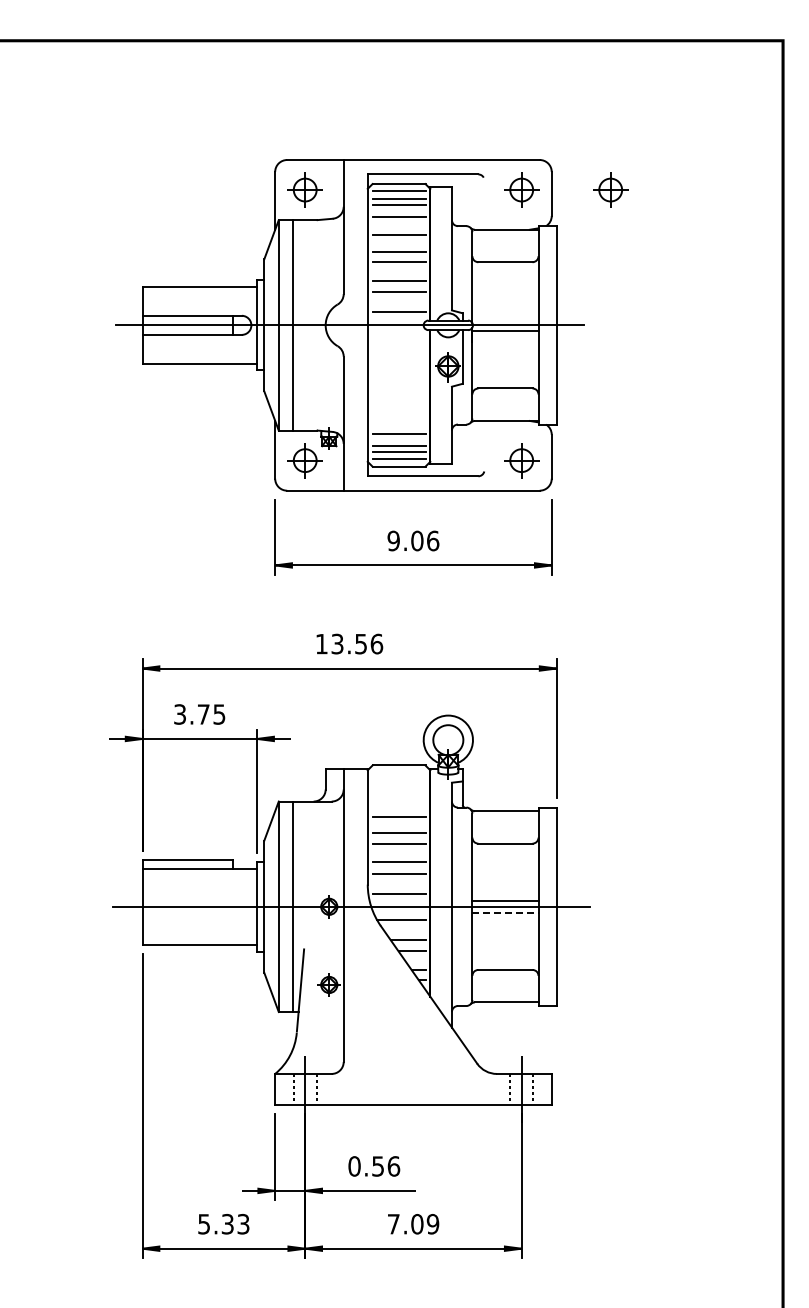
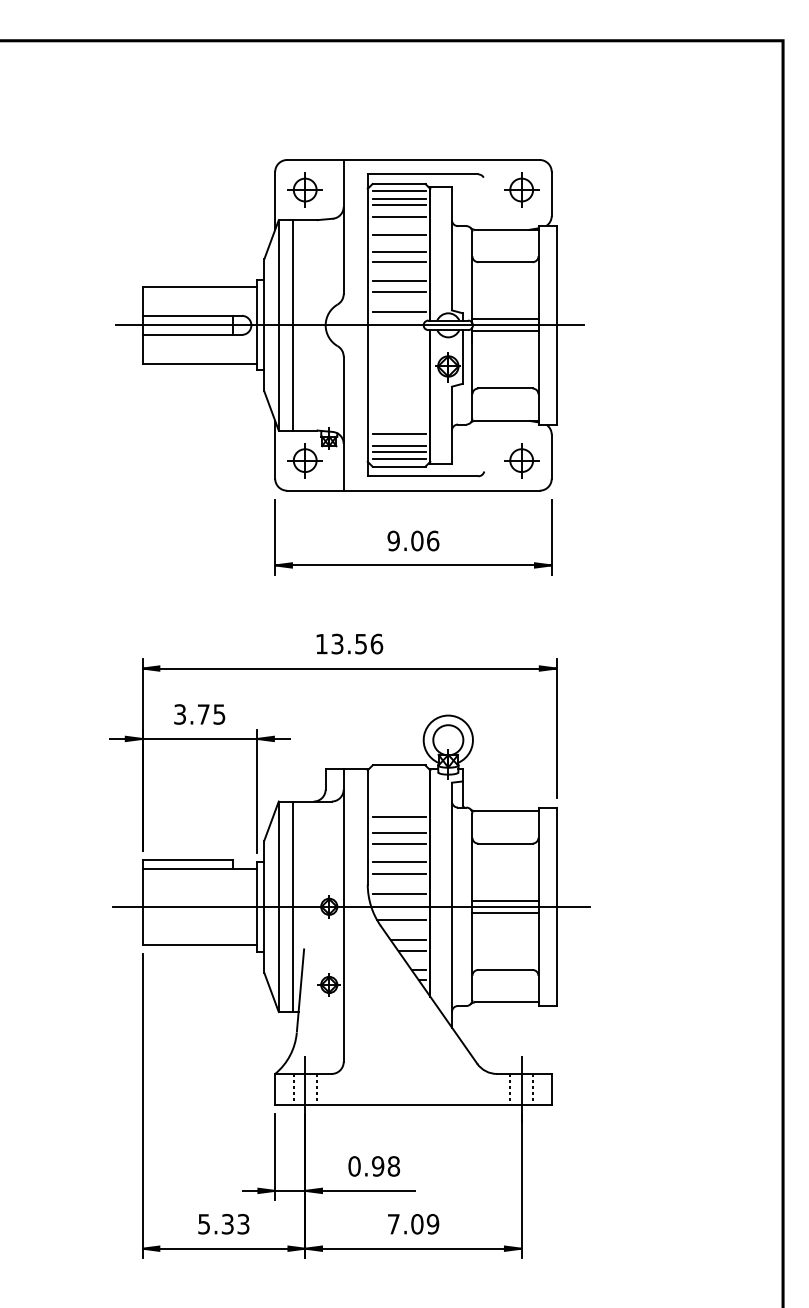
part at (610, 189): present -> none
line at (505, 319): none -> present
line at (505, 912): dashed -> solid
text at (386, 1166): 0.56 -> 0.98
